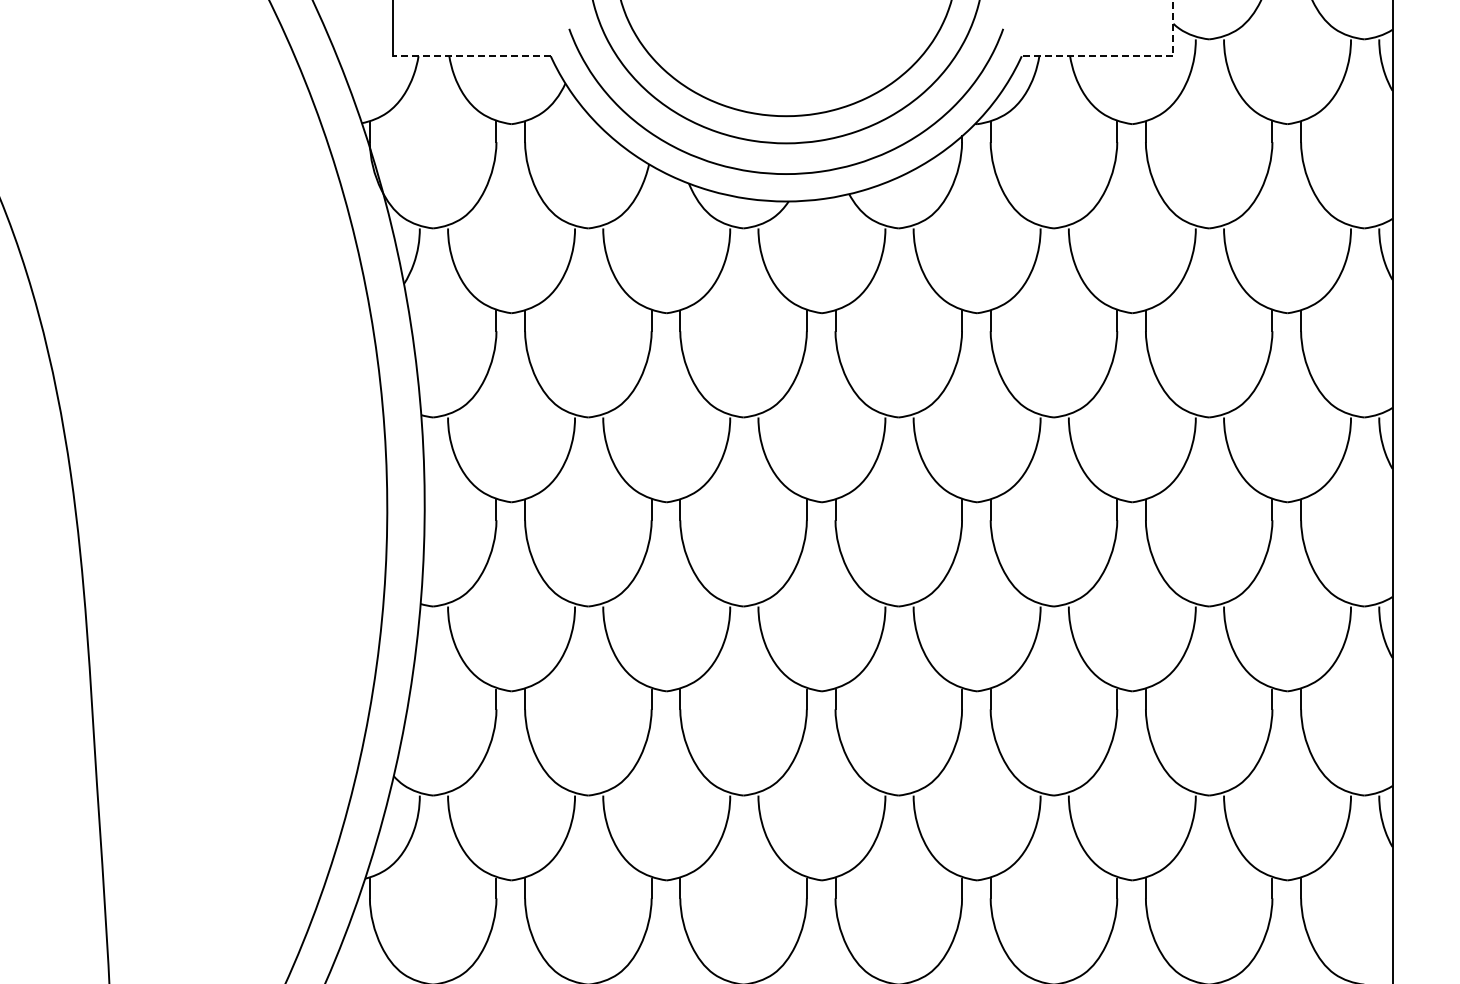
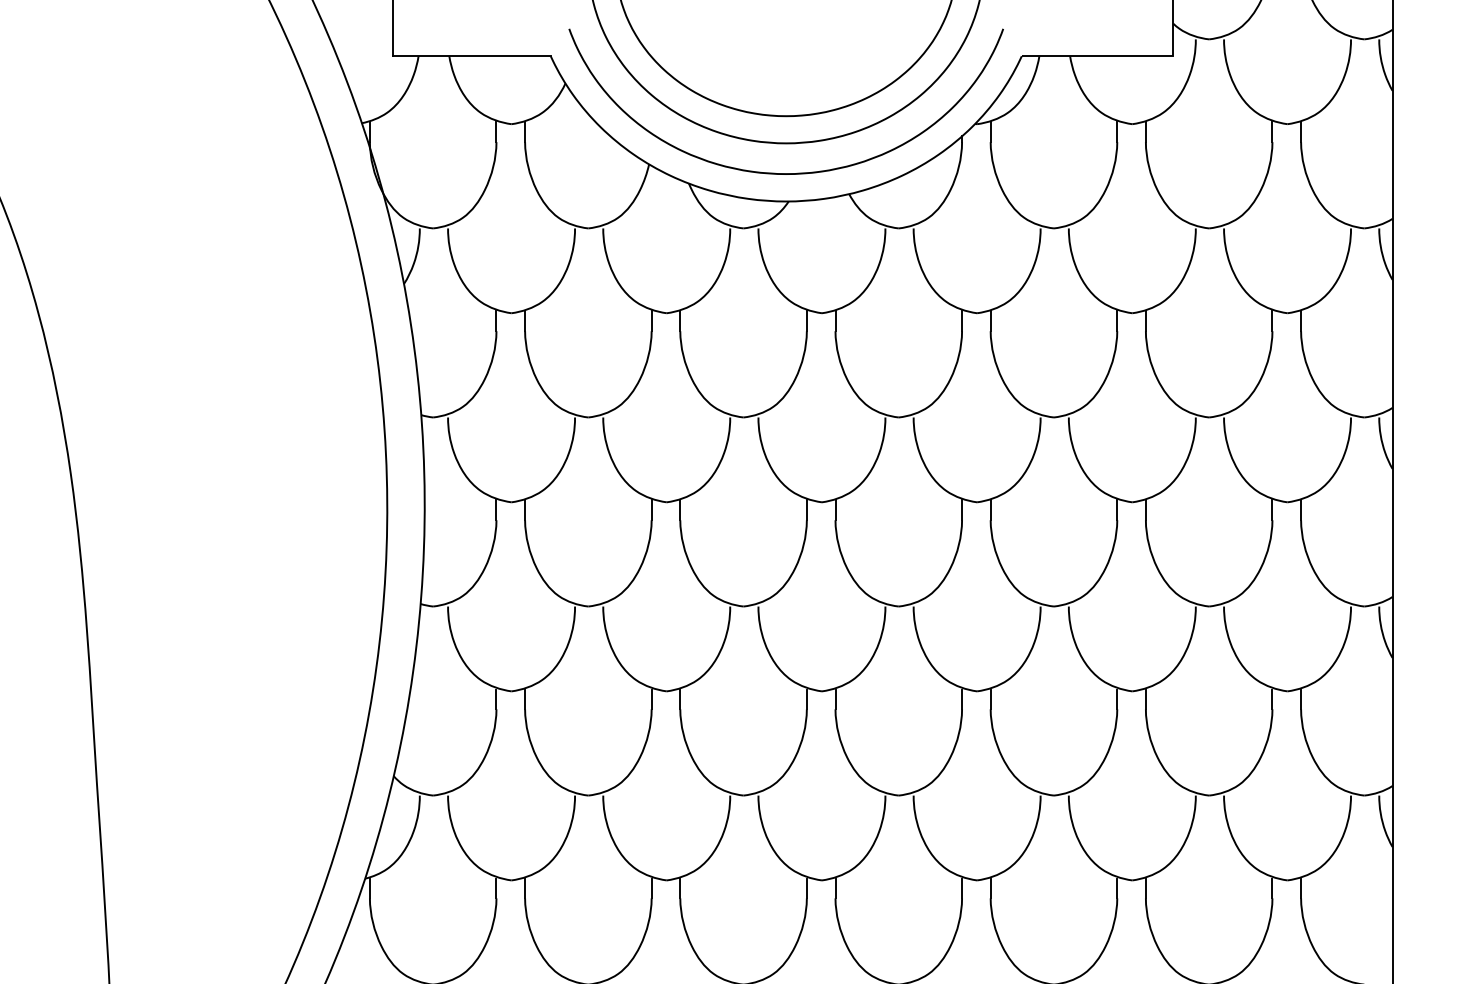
line at (471, 56): dashed -> solid
line at (1125, 56): dashed -> solid
